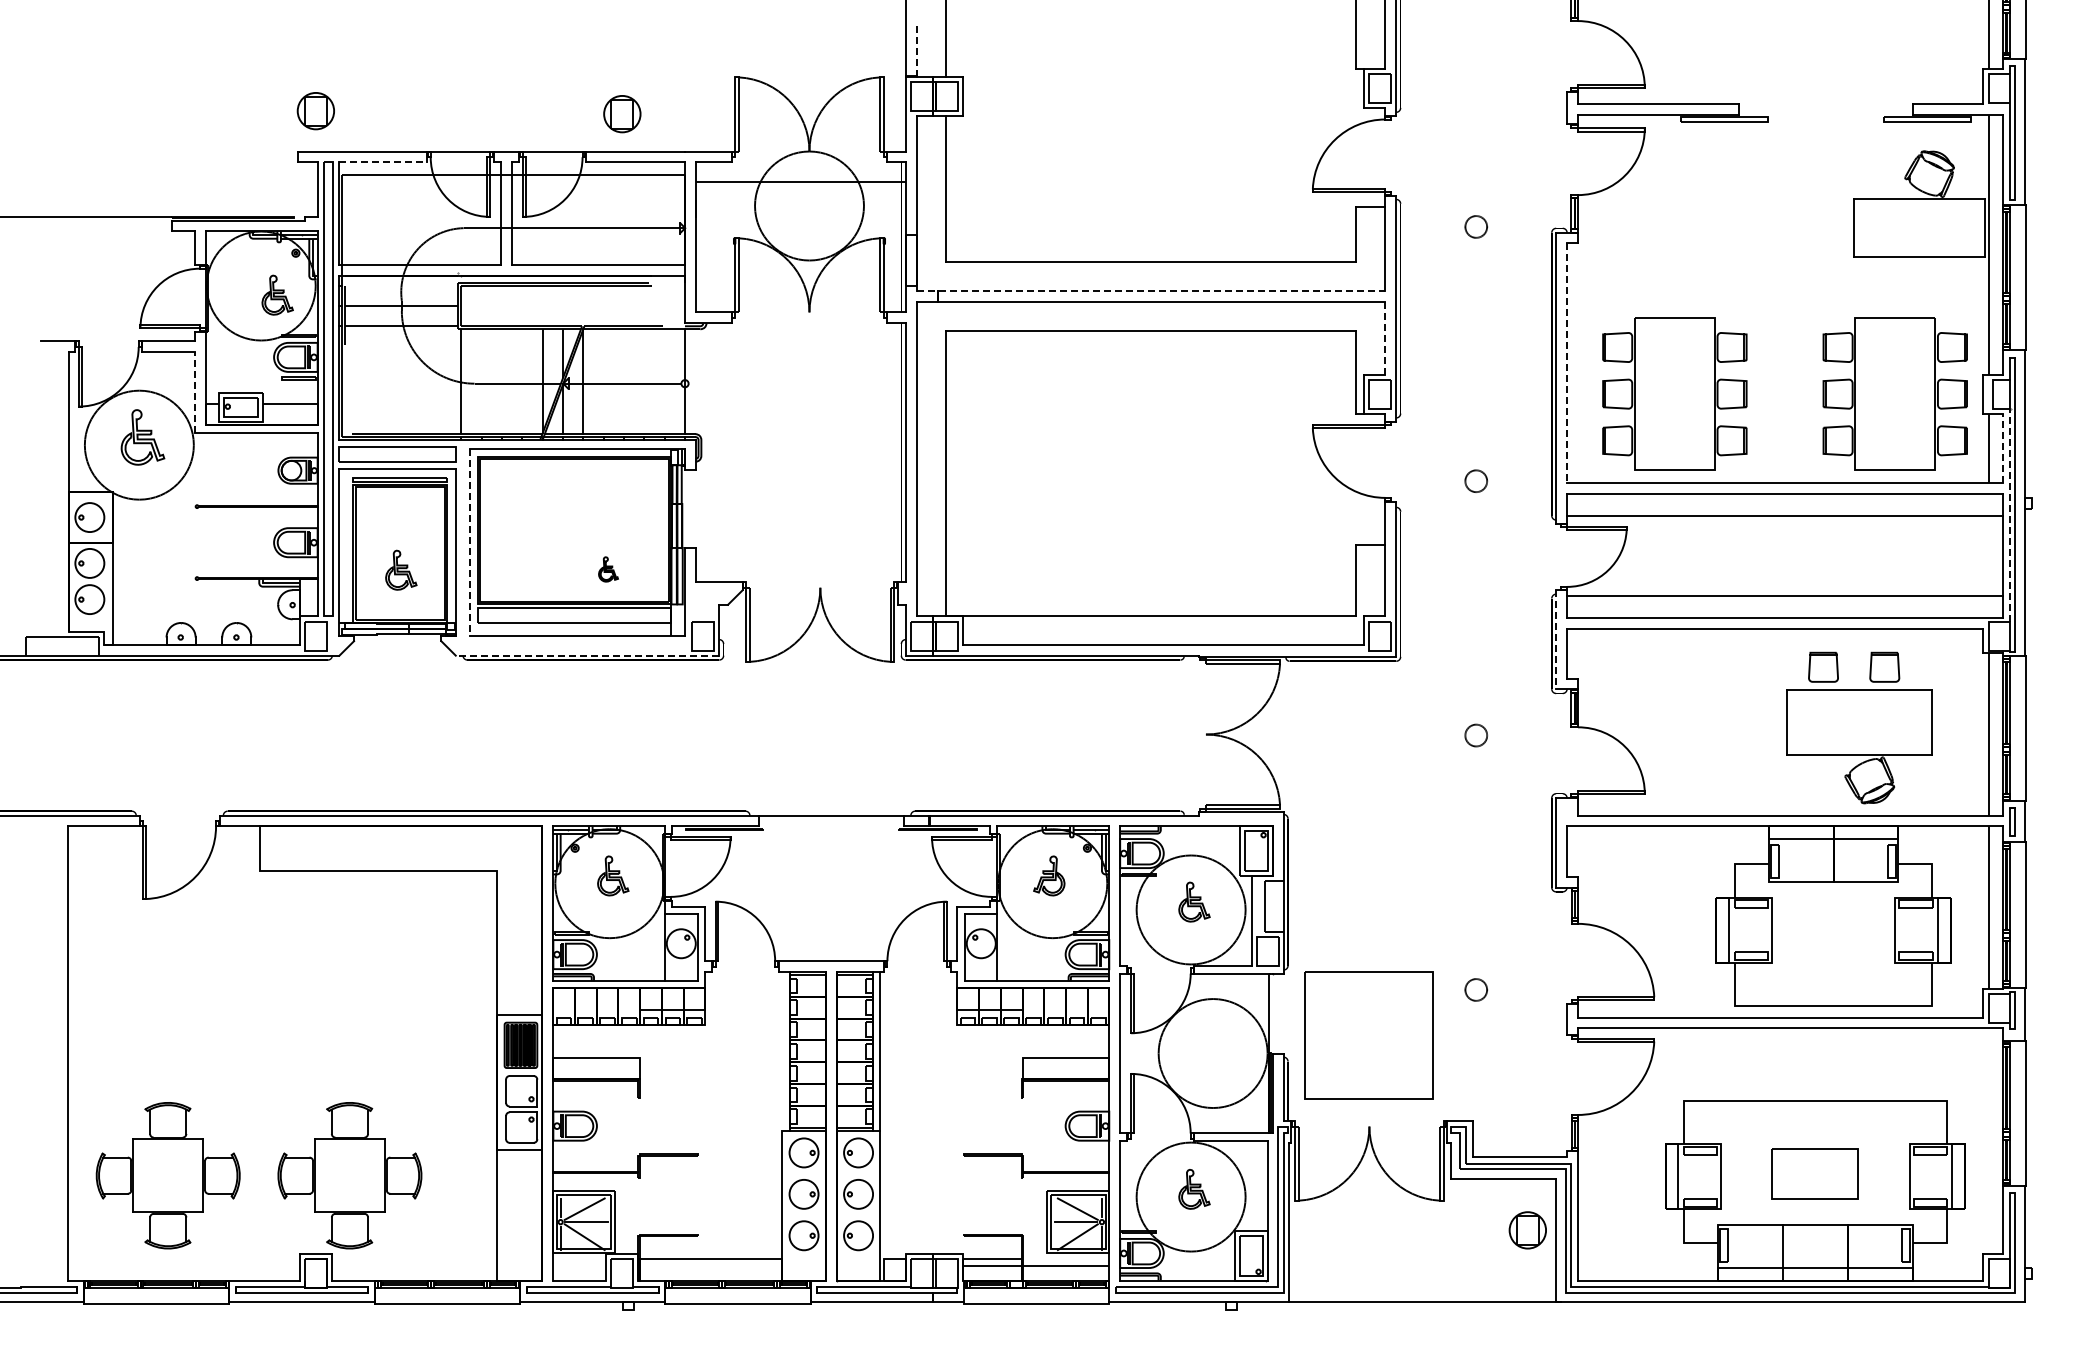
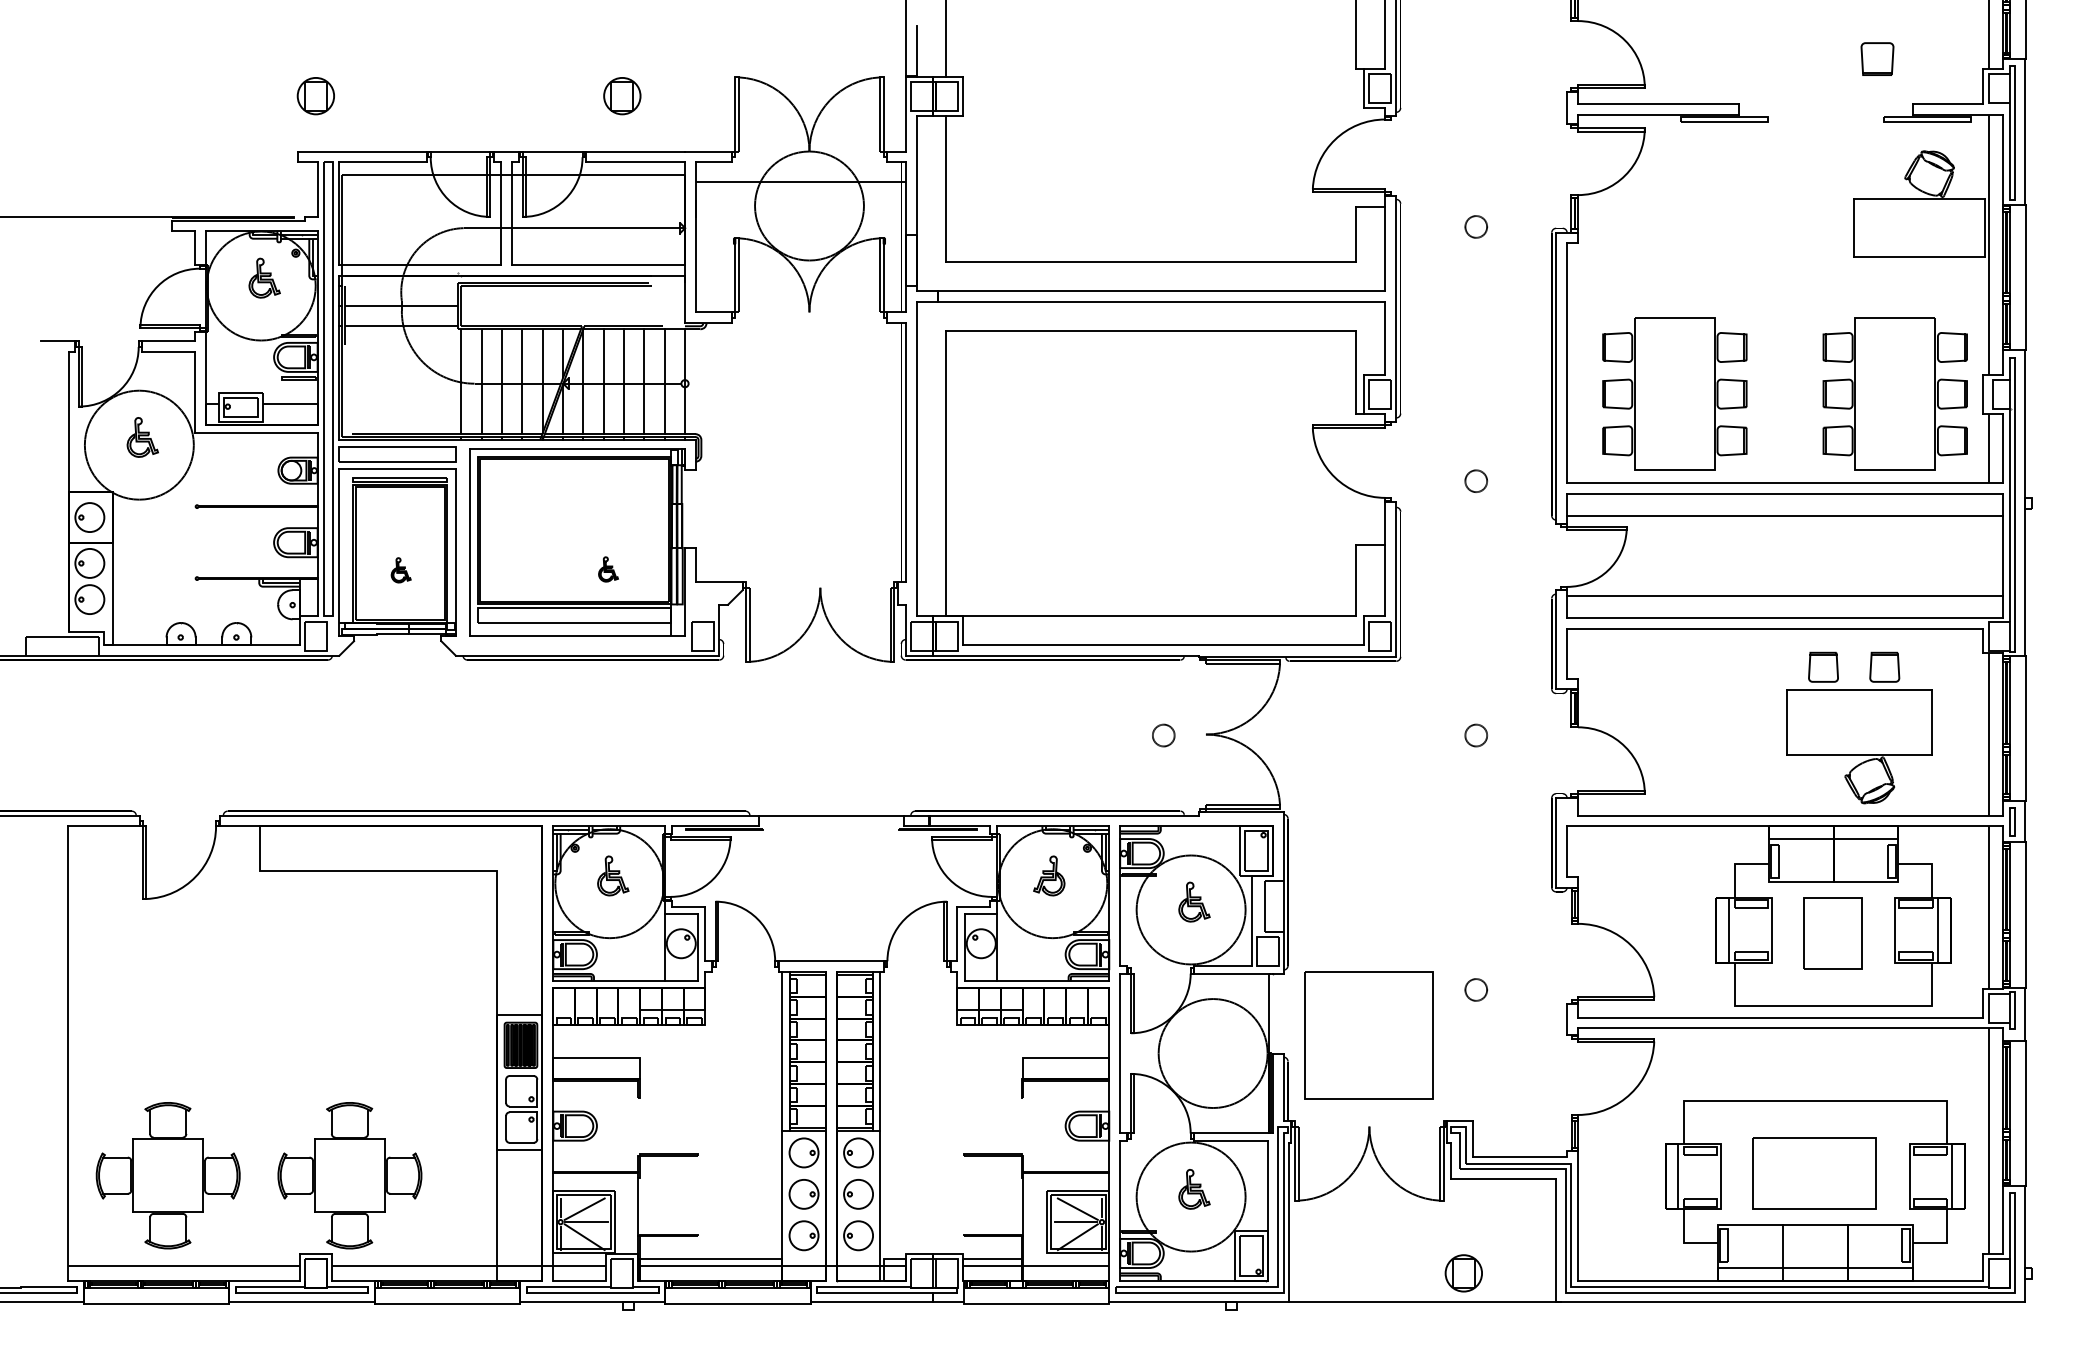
line at (916, 50): dashed -> solid
part at (1877, 58): none -> present
part at (315, 111) position: (315, 111) -> (315, 96)
part at (622, 114) position: (622, 114) -> (622, 96)
line at (383, 162): dashed -> solid
line at (1151, 291): dashed -> solid
part at (277, 294) position: (277, 294) -> (264, 277)
line at (1385, 339): dashed -> solid
line at (1567, 363): dashed -> solid
line at (481, 381): none -> present
line at (501, 381): none -> present
line at (522, 381): none -> present
line at (603, 381): none -> present
line at (623, 381): none -> present
line at (644, 381): none -> present
line at (664, 381): none -> present
line at (194, 391): dashed -> solid
part at (142, 437) size: 46x57 px -> 33x41 px
line at (2003, 448): dashed -> solid
line at (2009, 513): dashed -> solid
line at (470, 542): dashed -> solid
part at (401, 569) size: 33x42 px -> 22x27 px
line at (1556, 640): dashed -> solid
line at (587, 655): dashed -> solid
circle at (1163, 735): none -> present
part at (1832, 933): none -> present
line at (782, 1051): none -> present
line at (1988, 1140): none -> present
part at (1814, 1173) size: 88x52 px -> 125x73 px
line at (638, 1207): none -> present
line at (1023, 1207): none -> present
part at (1527, 1230) position: (1527, 1230) -> (1463, 1273)
line at (183, 1266): none -> present
line at (468, 1266): none -> present
line at (771, 1266): none -> present
